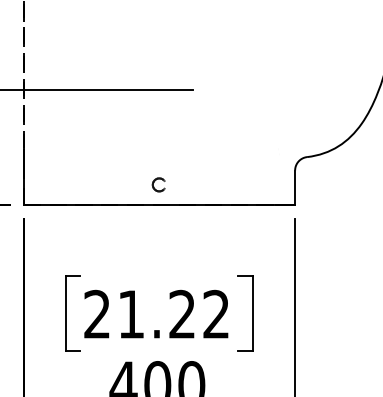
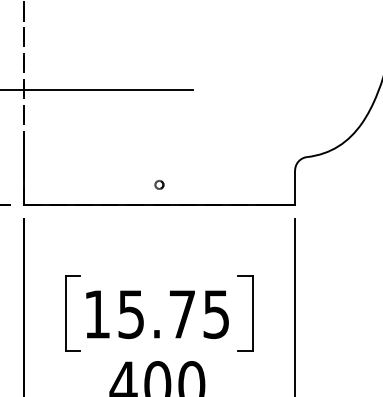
part at (158, 184) size: 15x16 px -> 11x10 px
text at (156, 314): 21.22 -> 15.75
